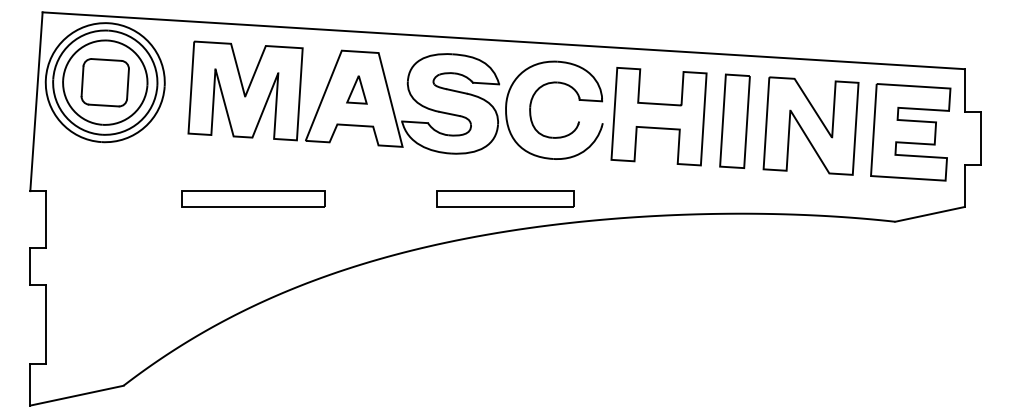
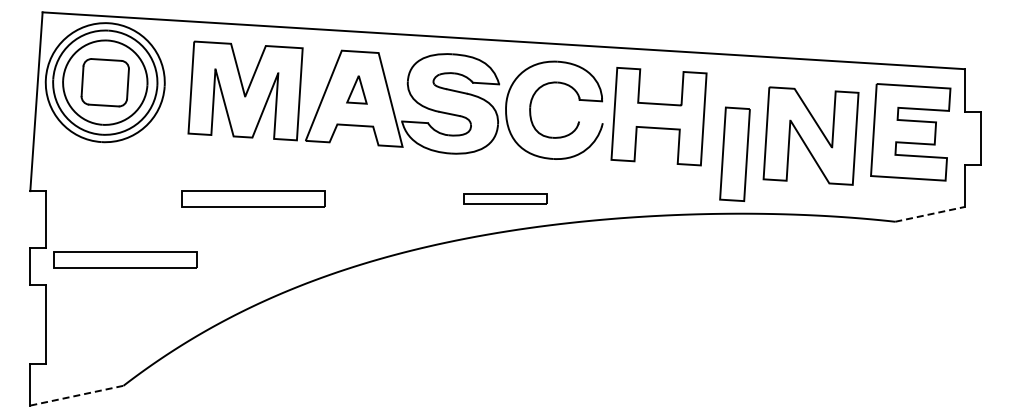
part at (734, 120) position: (734, 120) -> (734, 153)
part at (810, 125) position: (810, 125) -> (810, 135)
part at (505, 198) size: 139x18 px -> 85x12 px
line at (930, 214): solid -> dashed
part at (125, 259): none -> present
line at (76, 395): solid -> dashed
